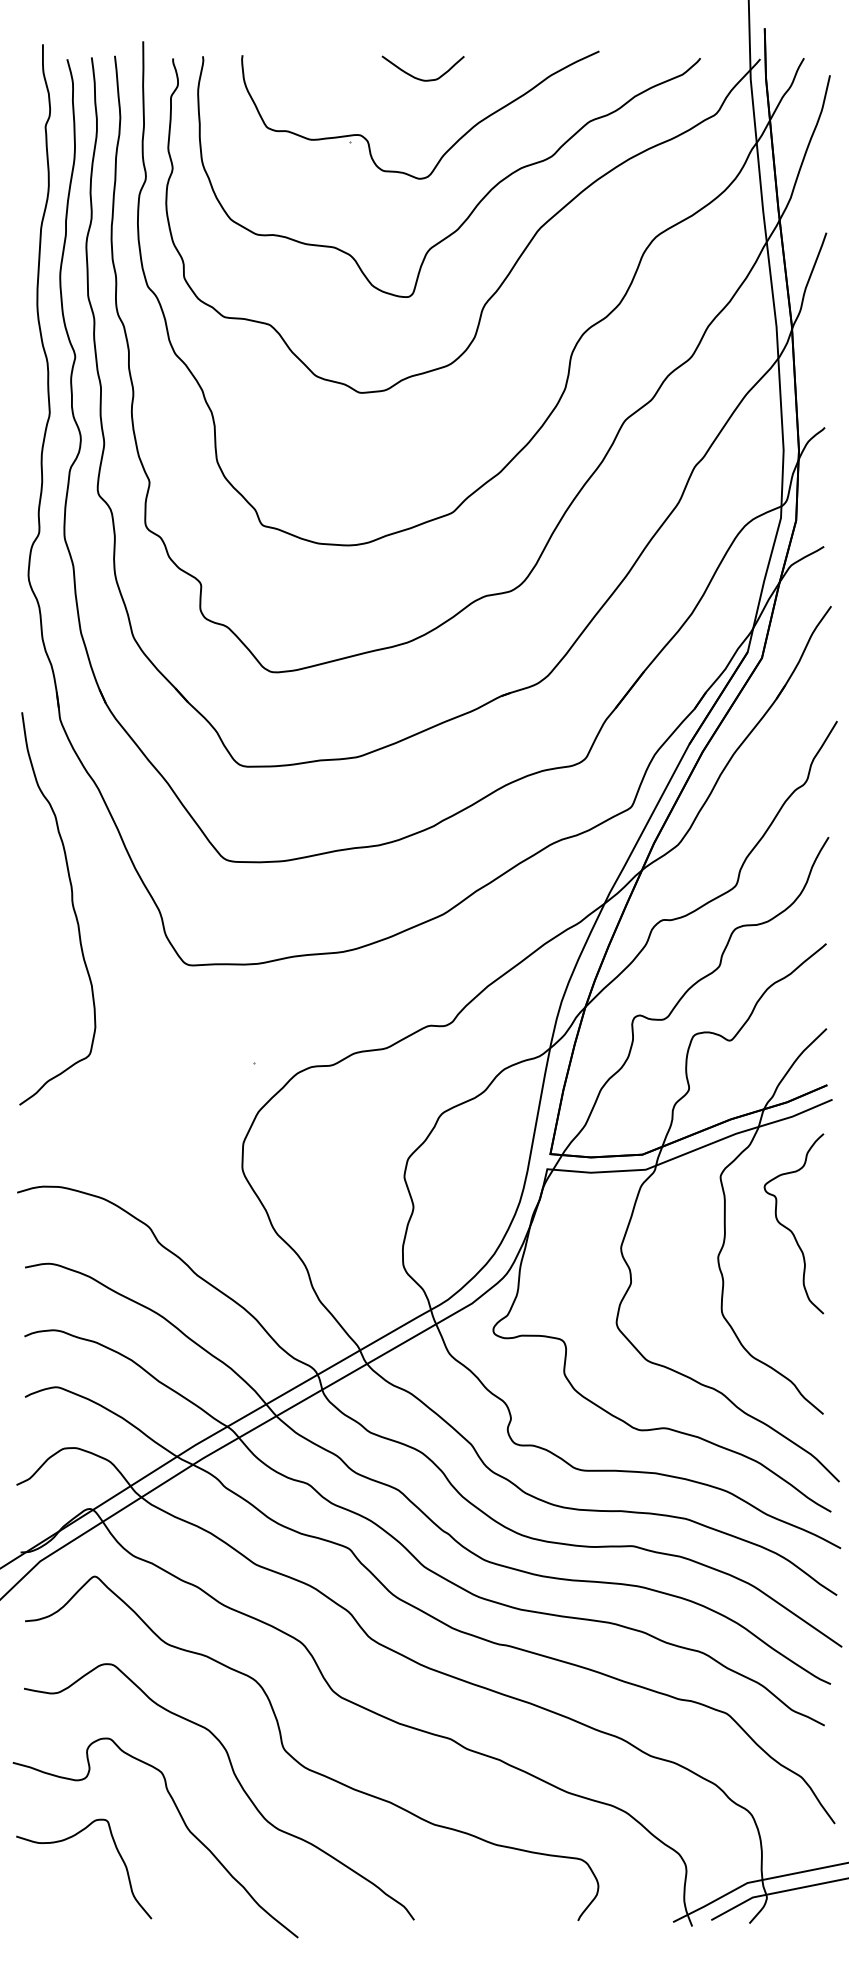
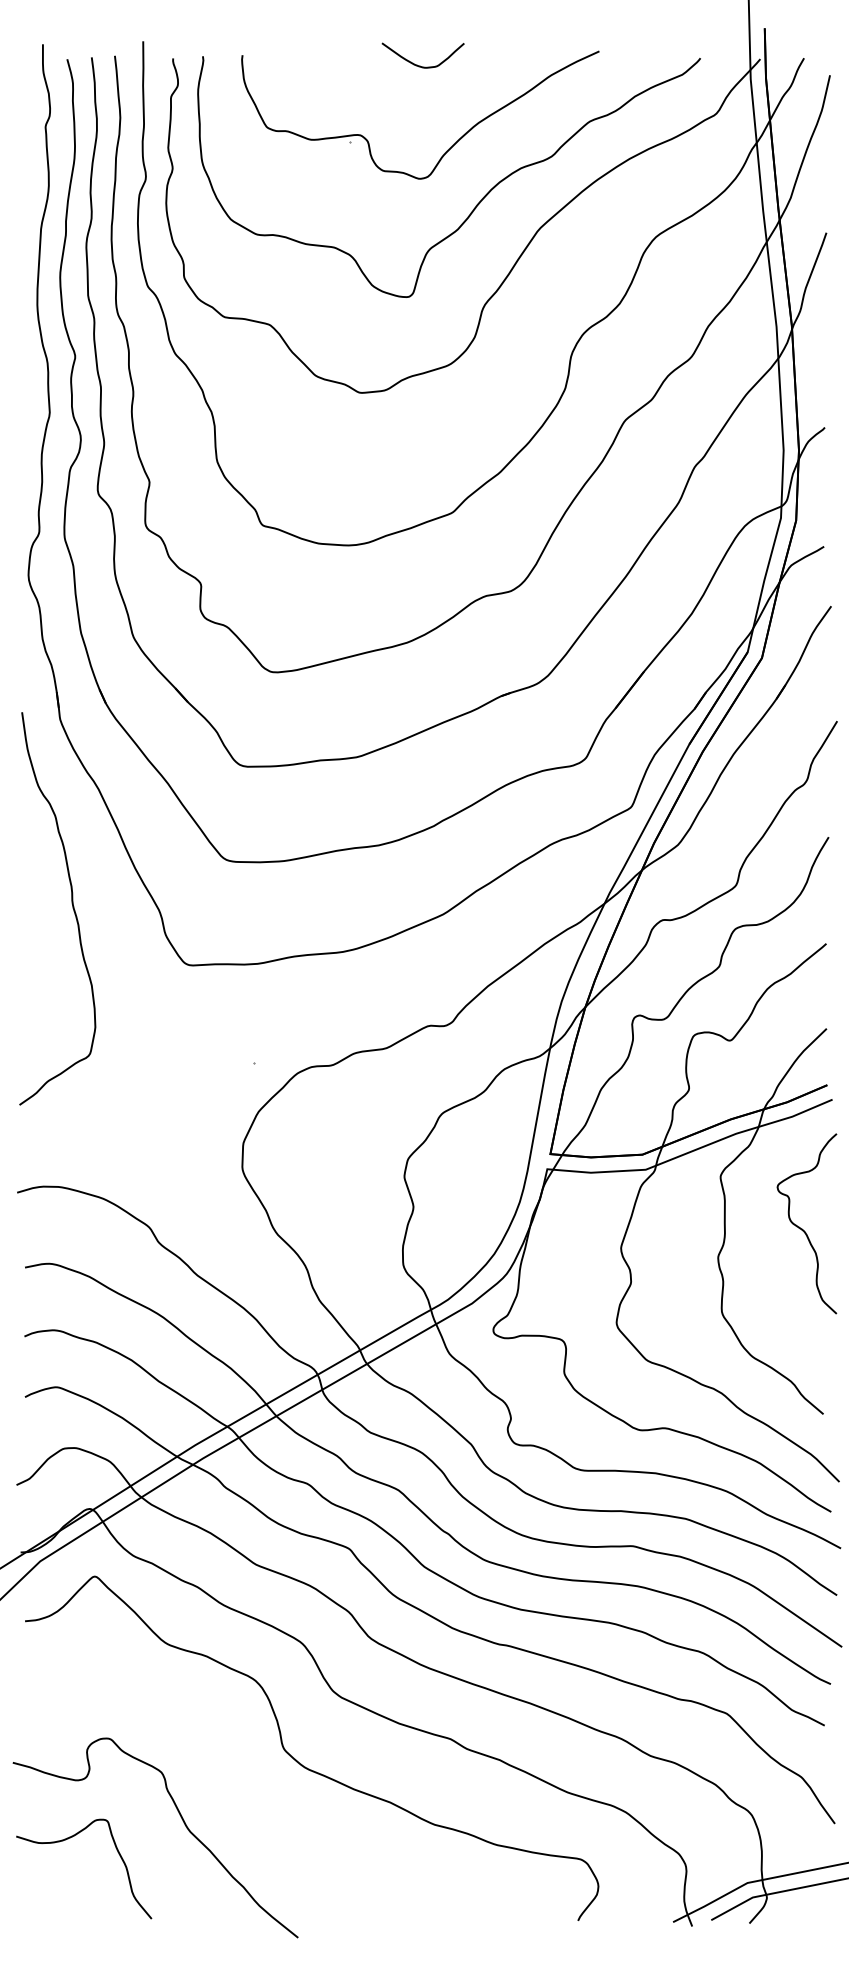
curve at (420, 78) position: (420, 78) -> (420, 65)
curve at (789, 1228) position: (789, 1228) -> (802, 1228)
curve at (237, 1781): present -> none
